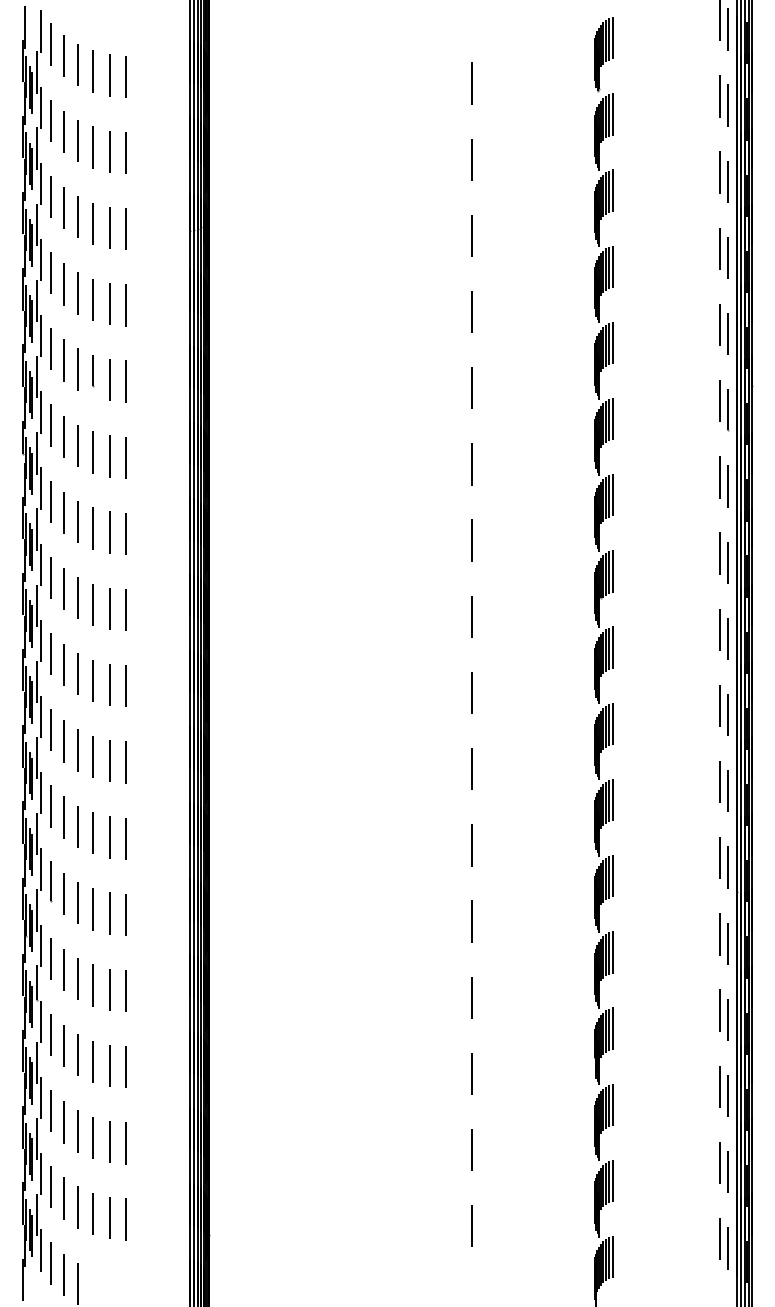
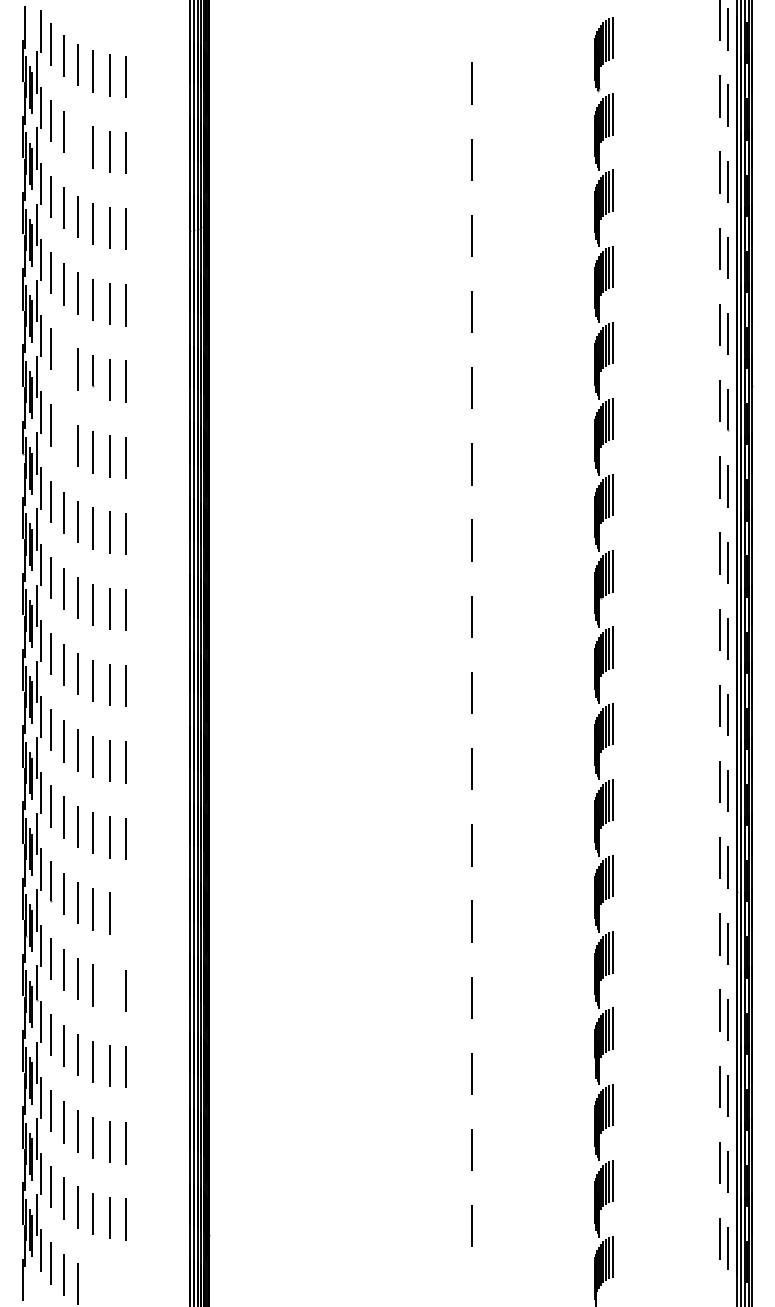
line at (77, 140): present -> none
line at (63, 360): present -> none
line at (63, 436): present -> none
line at (126, 914): present -> none
line at (109, 989): present -> none
